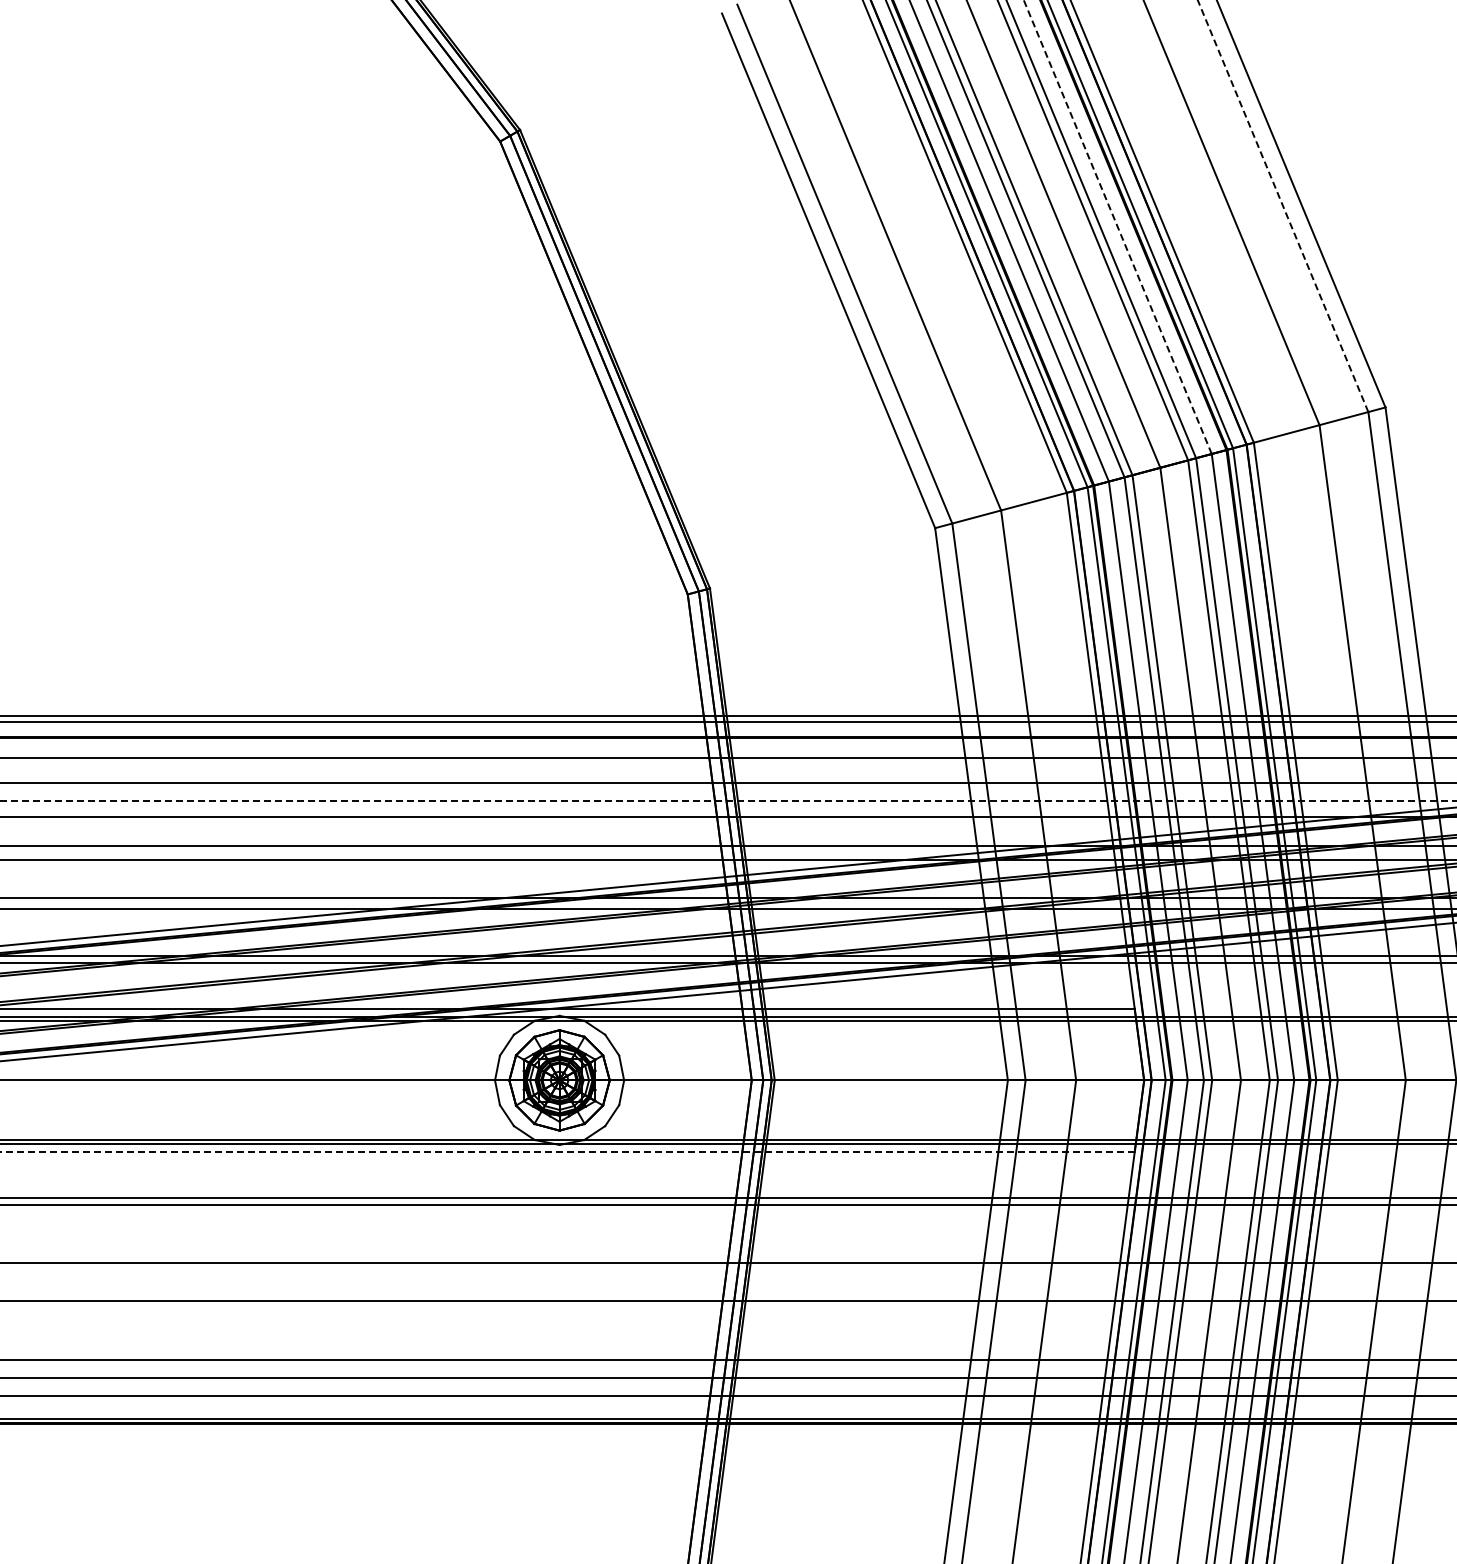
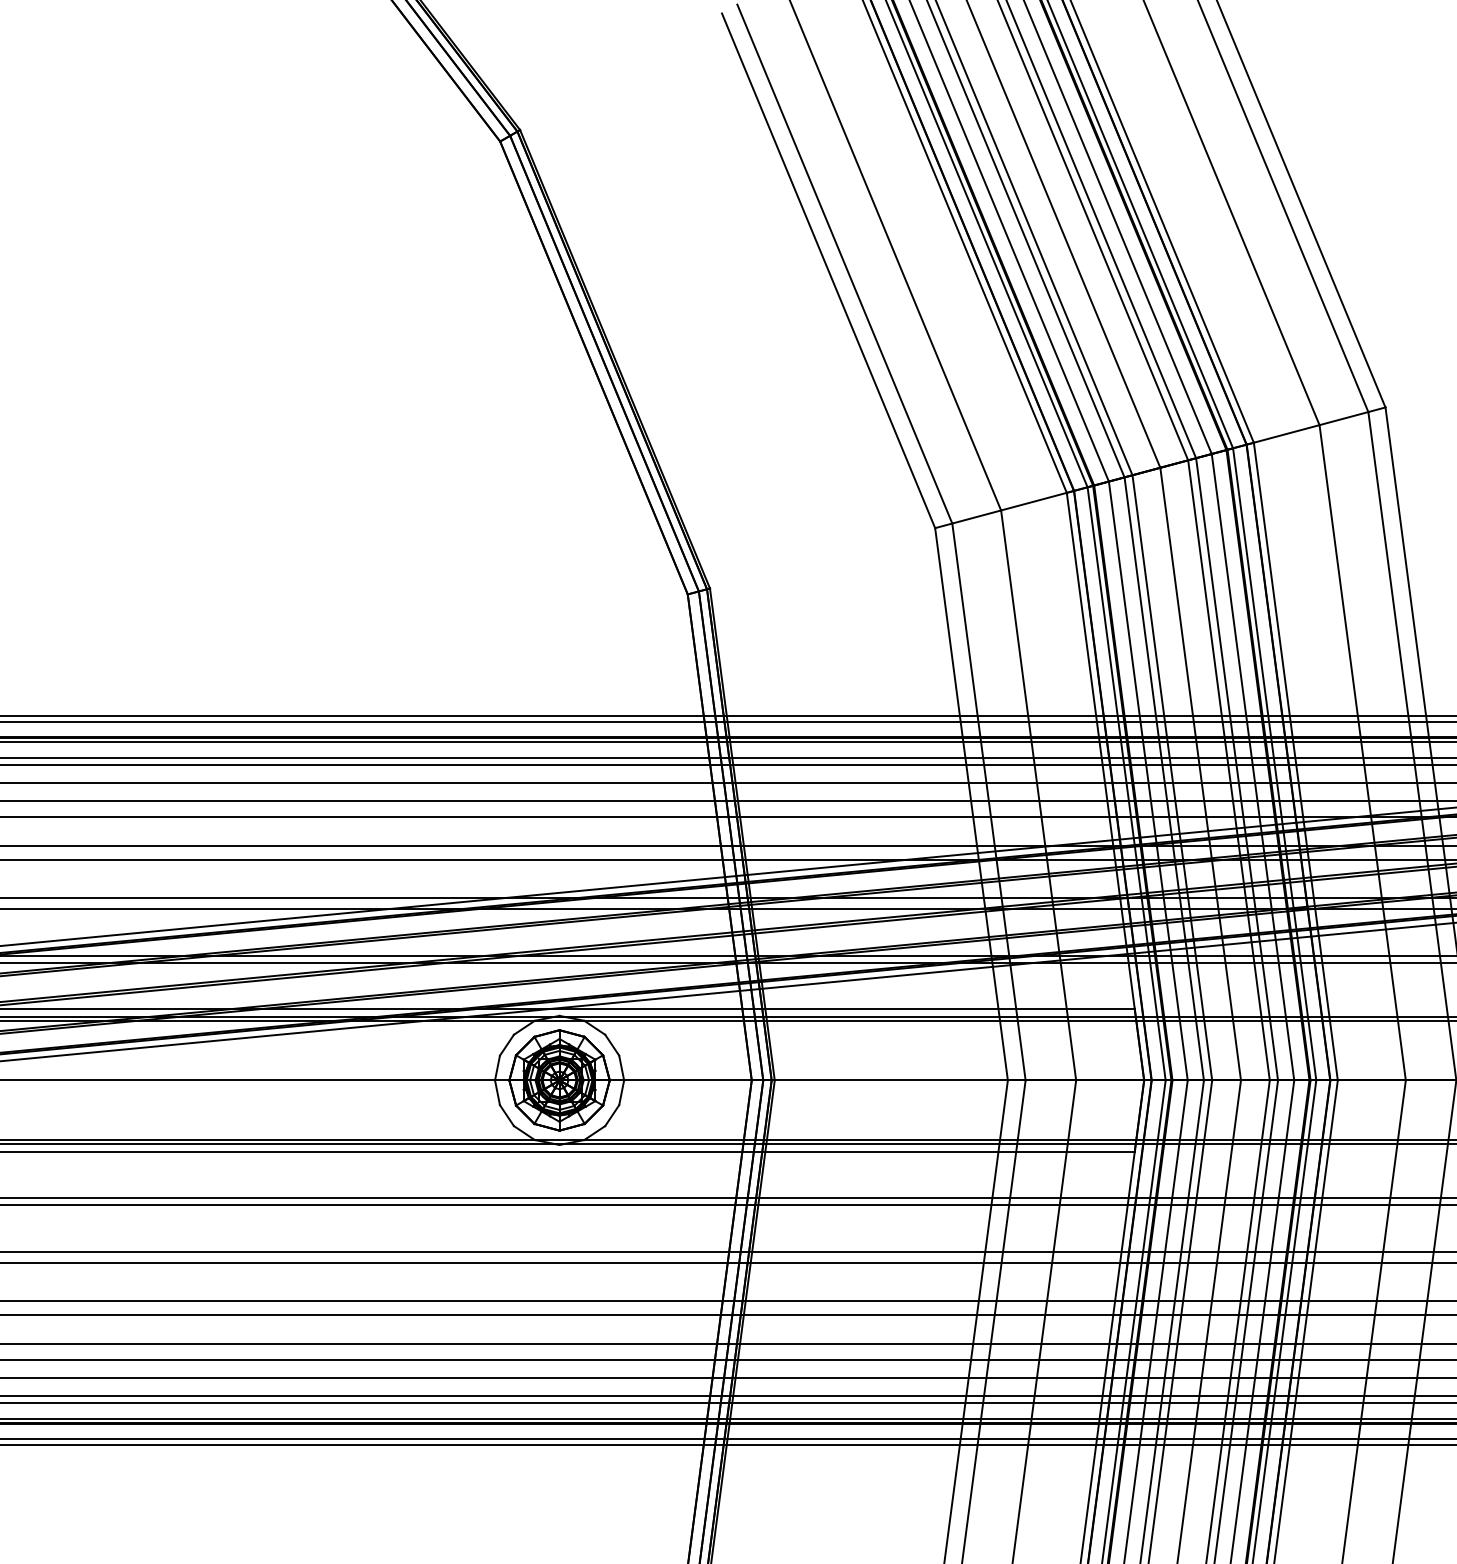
line at (1283, 206): dashed -> solid
line at (1117, 226): dashed -> solid
line at (727, 742): none -> present
line at (727, 764): none -> present
line at (729, 801): dashed -> solid
line at (567, 1152): dashed -> solid
line at (727, 1252): none -> present
line at (727, 1314): none -> present
line at (727, 1343): none -> present
line at (727, 1403): none -> present
line at (727, 1439): none -> present
line at (727, 1444): none -> present
